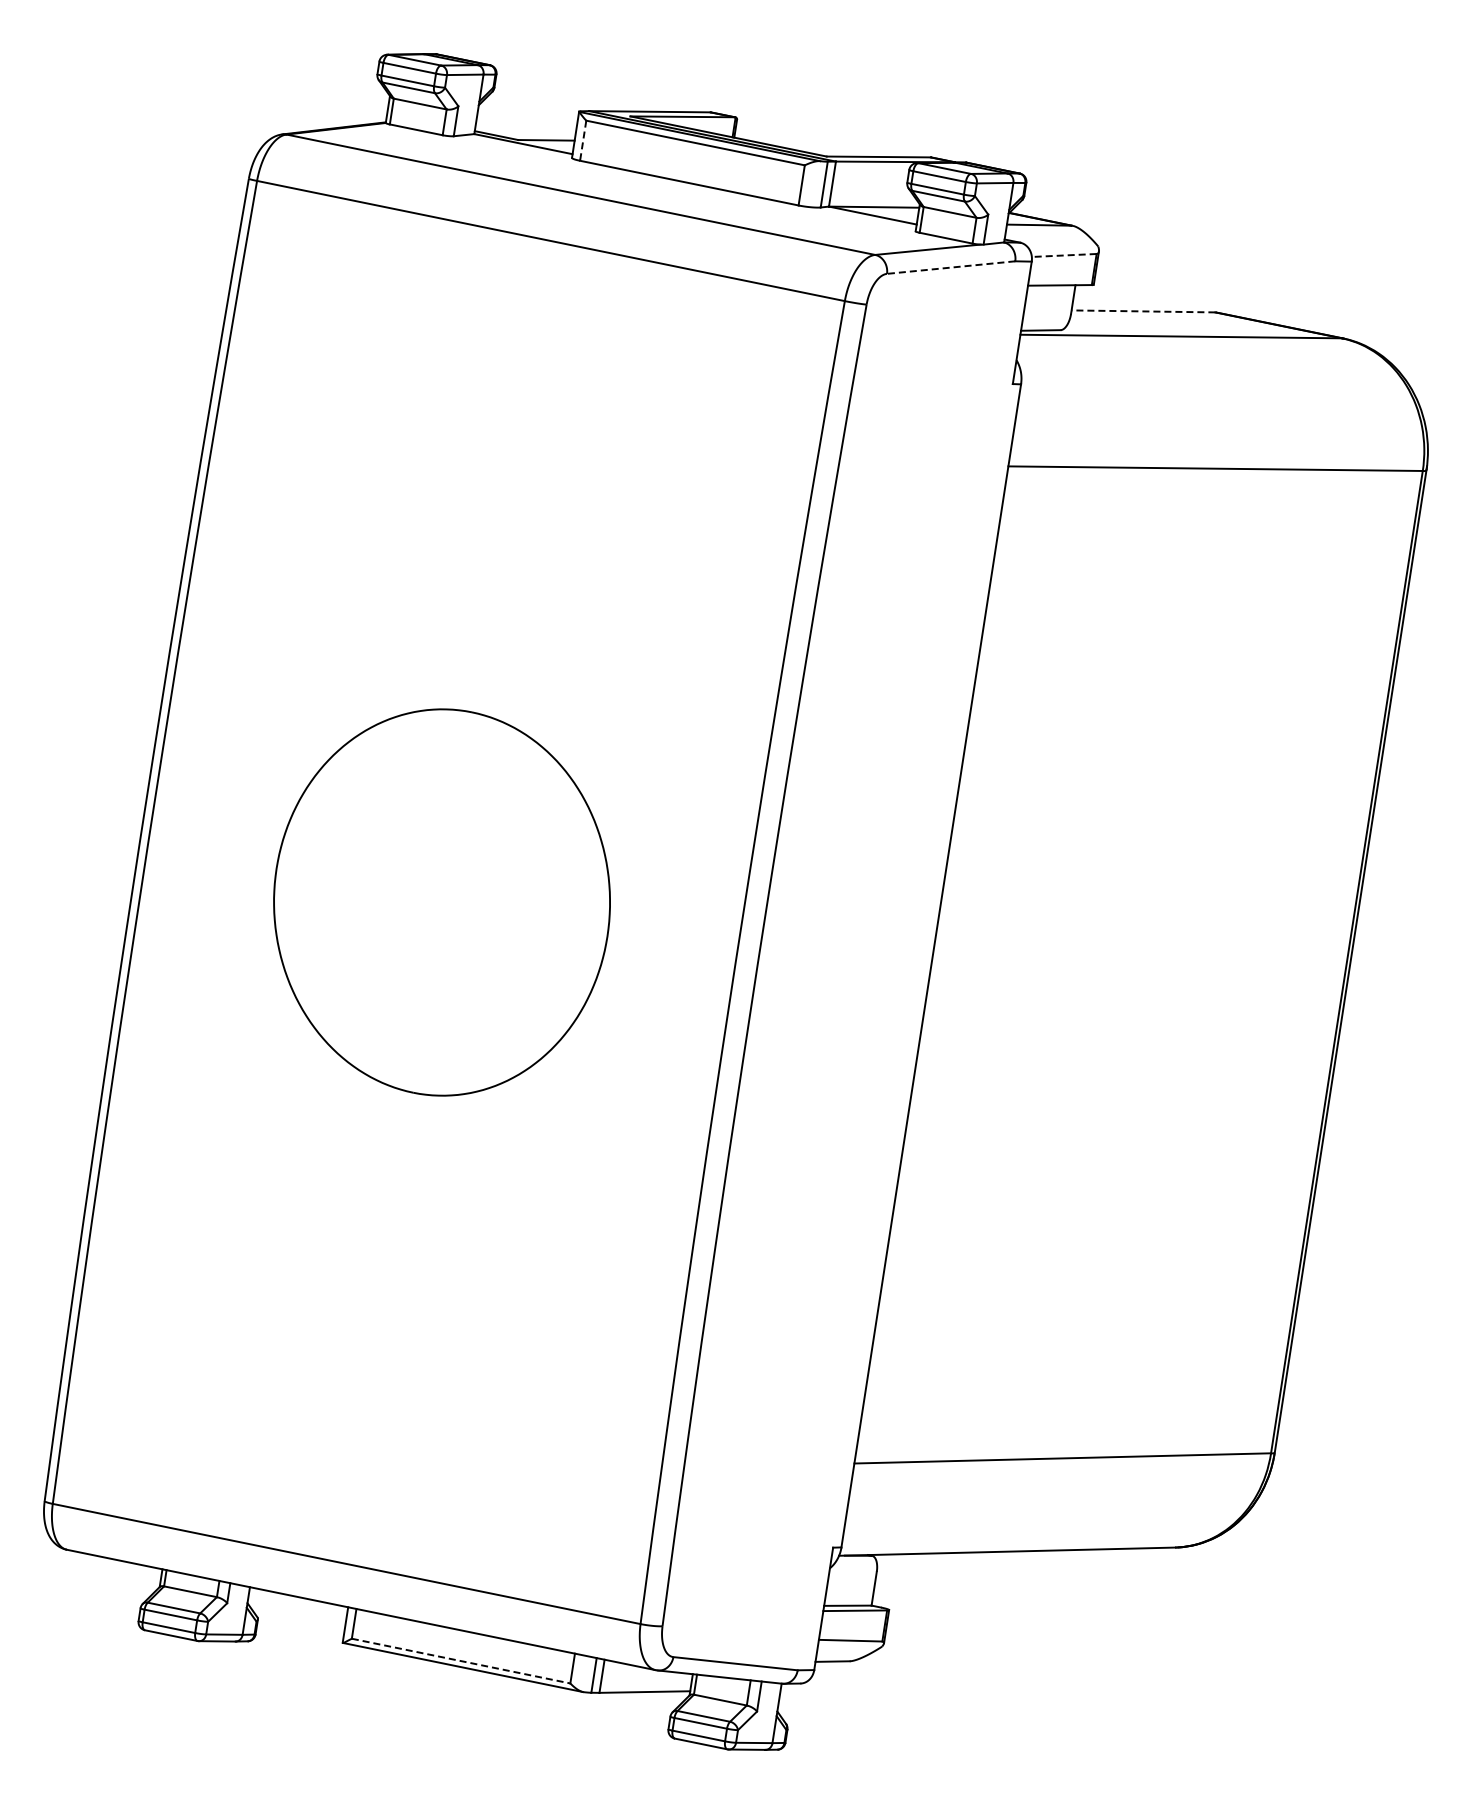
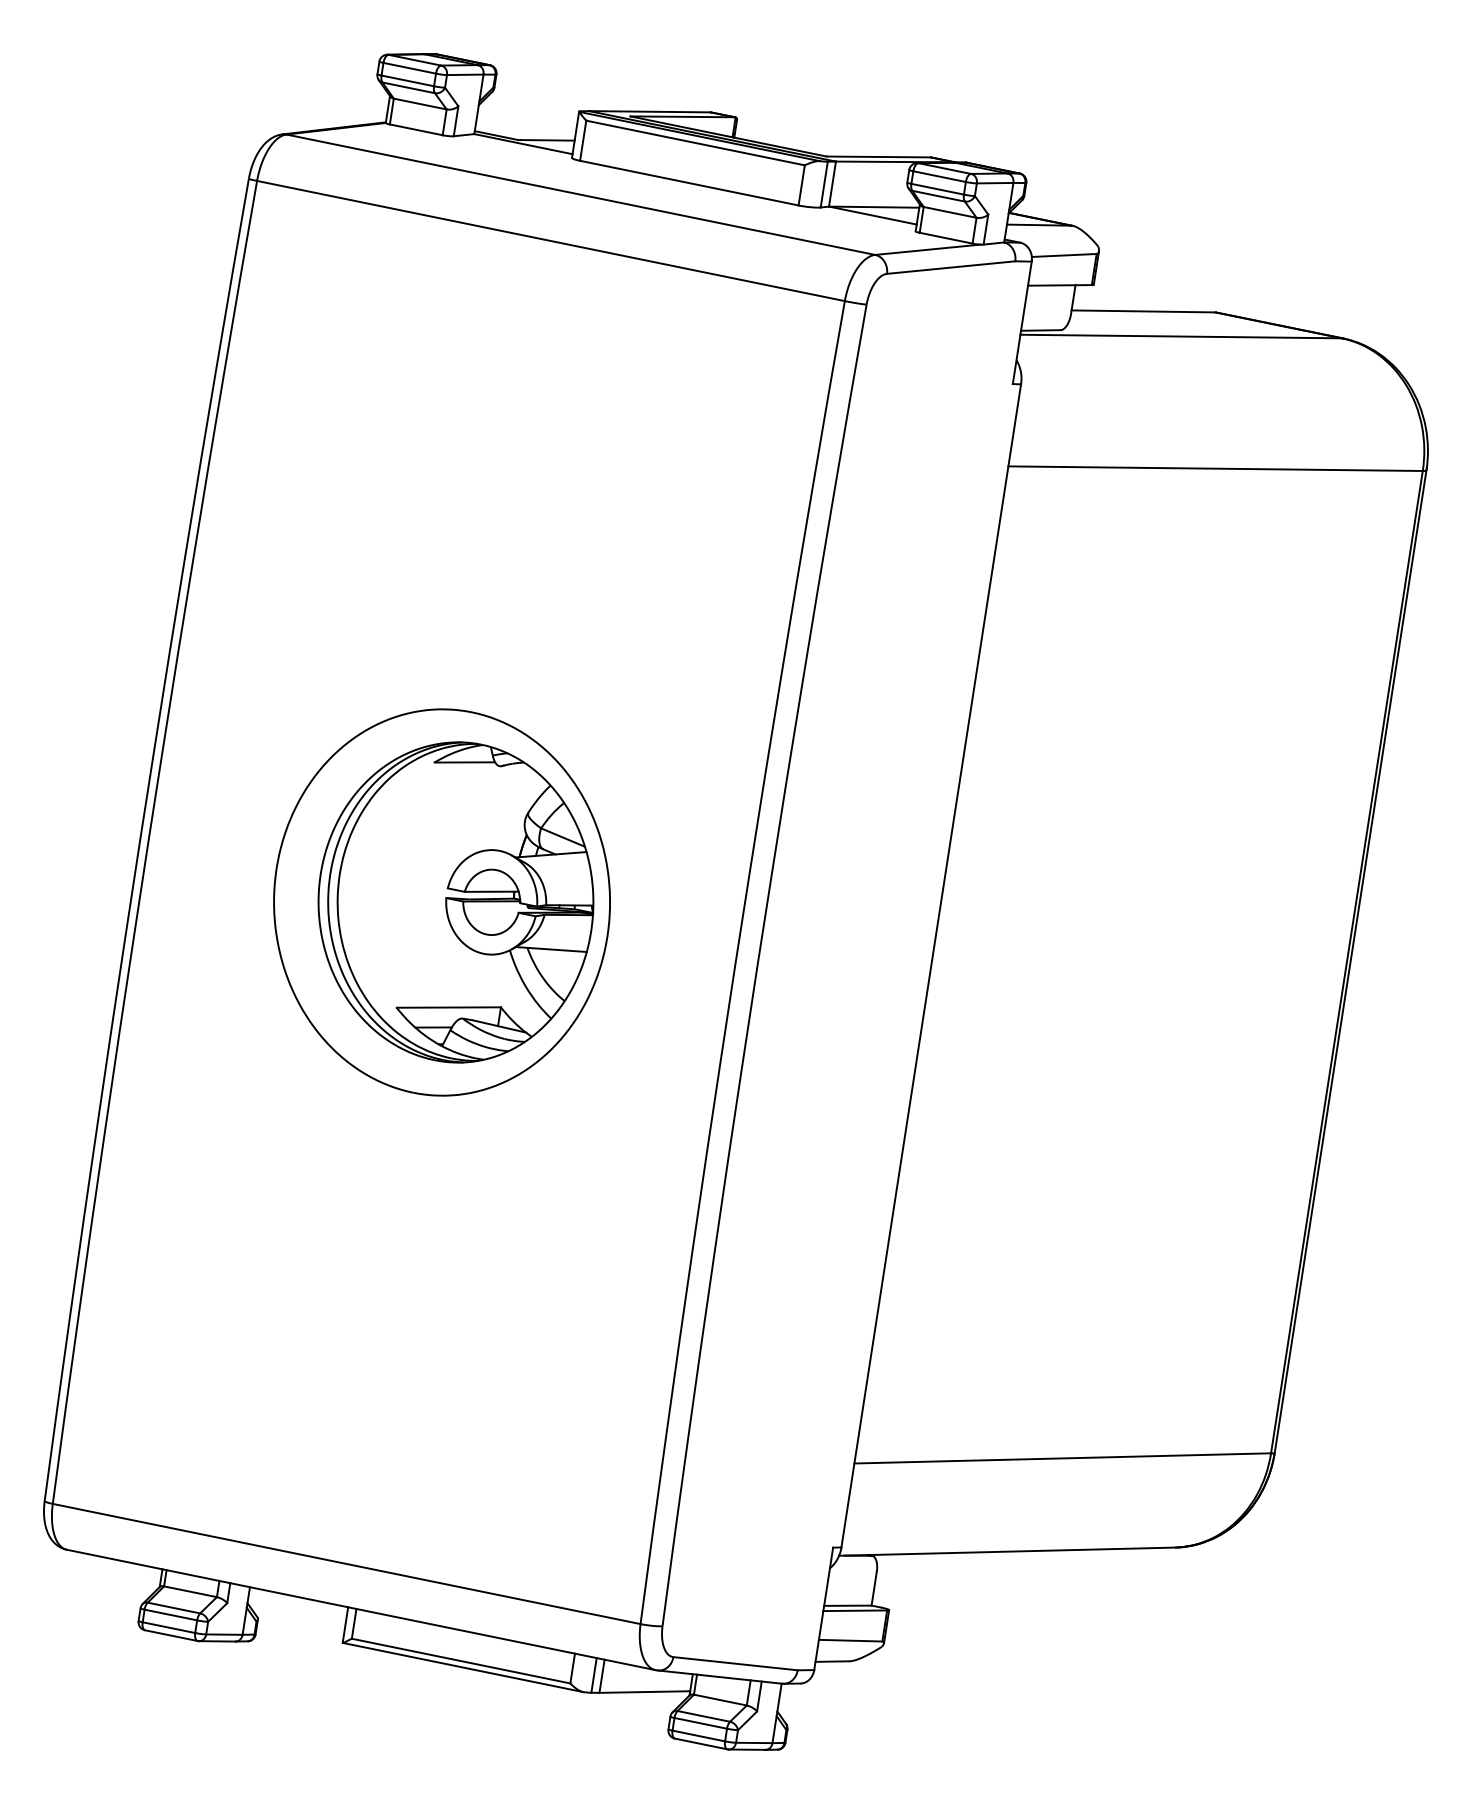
line at (583, 141): dashed -> solid
line at (1063, 255): dashed -> solid
line at (950, 267): dashed -> solid
line at (1143, 311): dashed -> solid
part at (455, 902): none -> present
line at (461, 1661): dashed -> solid
